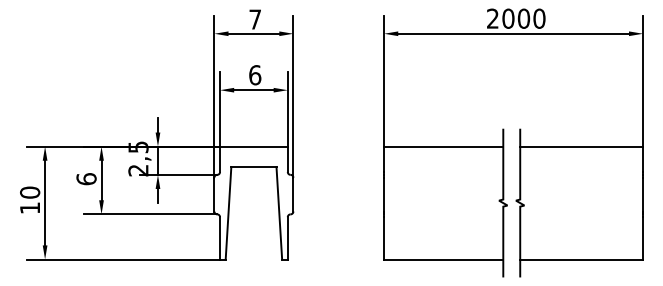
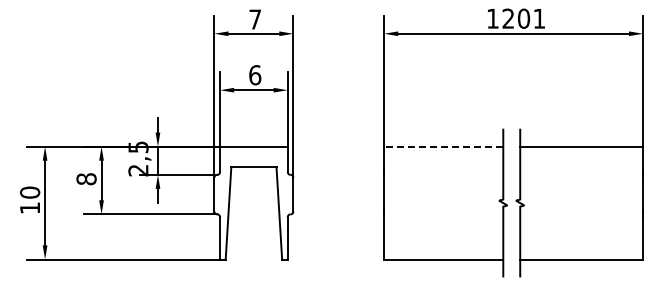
text at (516, 18): 2000 -> 1201
line at (443, 146): solid -> dashed
text at (86, 179): 6 -> 8
